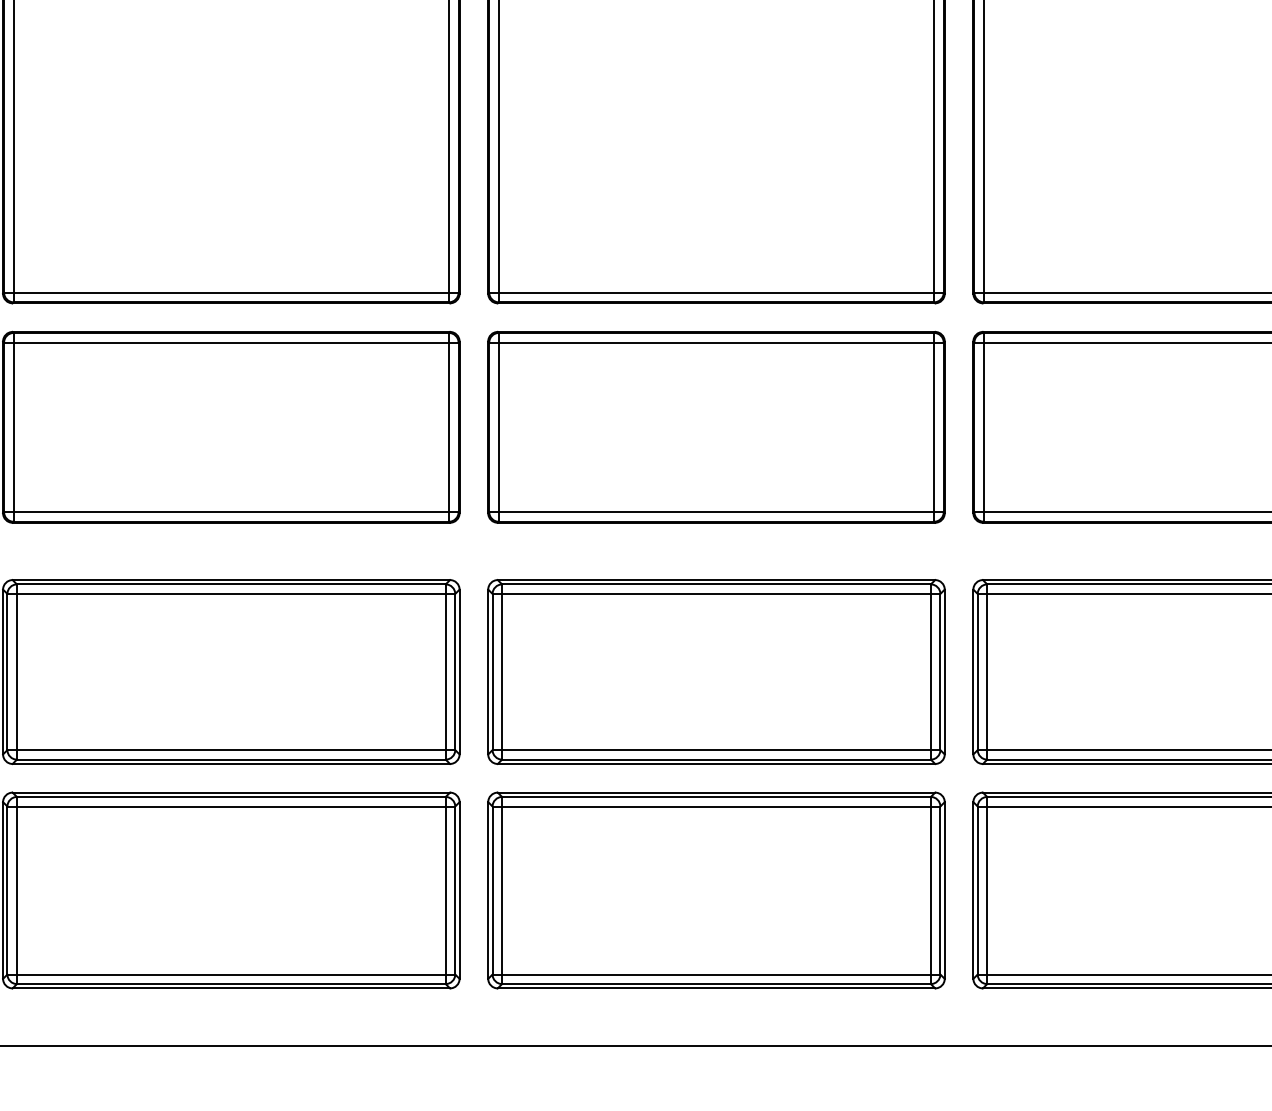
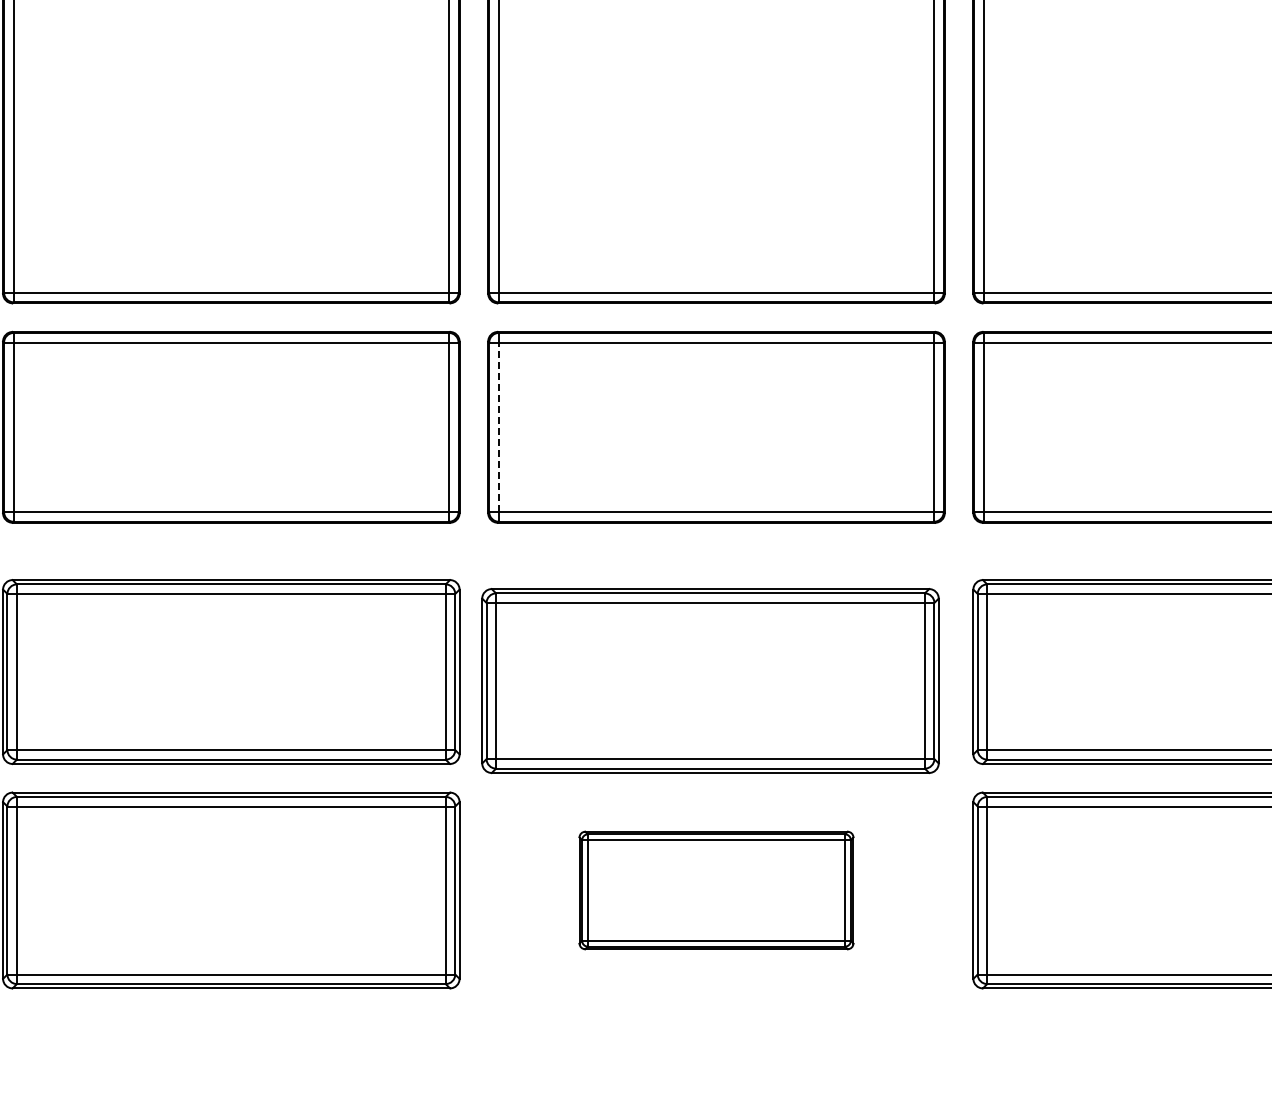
line at (498, 427): solid -> dashed
part at (716, 671) position: (716, 671) -> (710, 680)
part at (716, 890) size: 459x199 px -> 277x121 px
line at (635, 1045): present -> none
